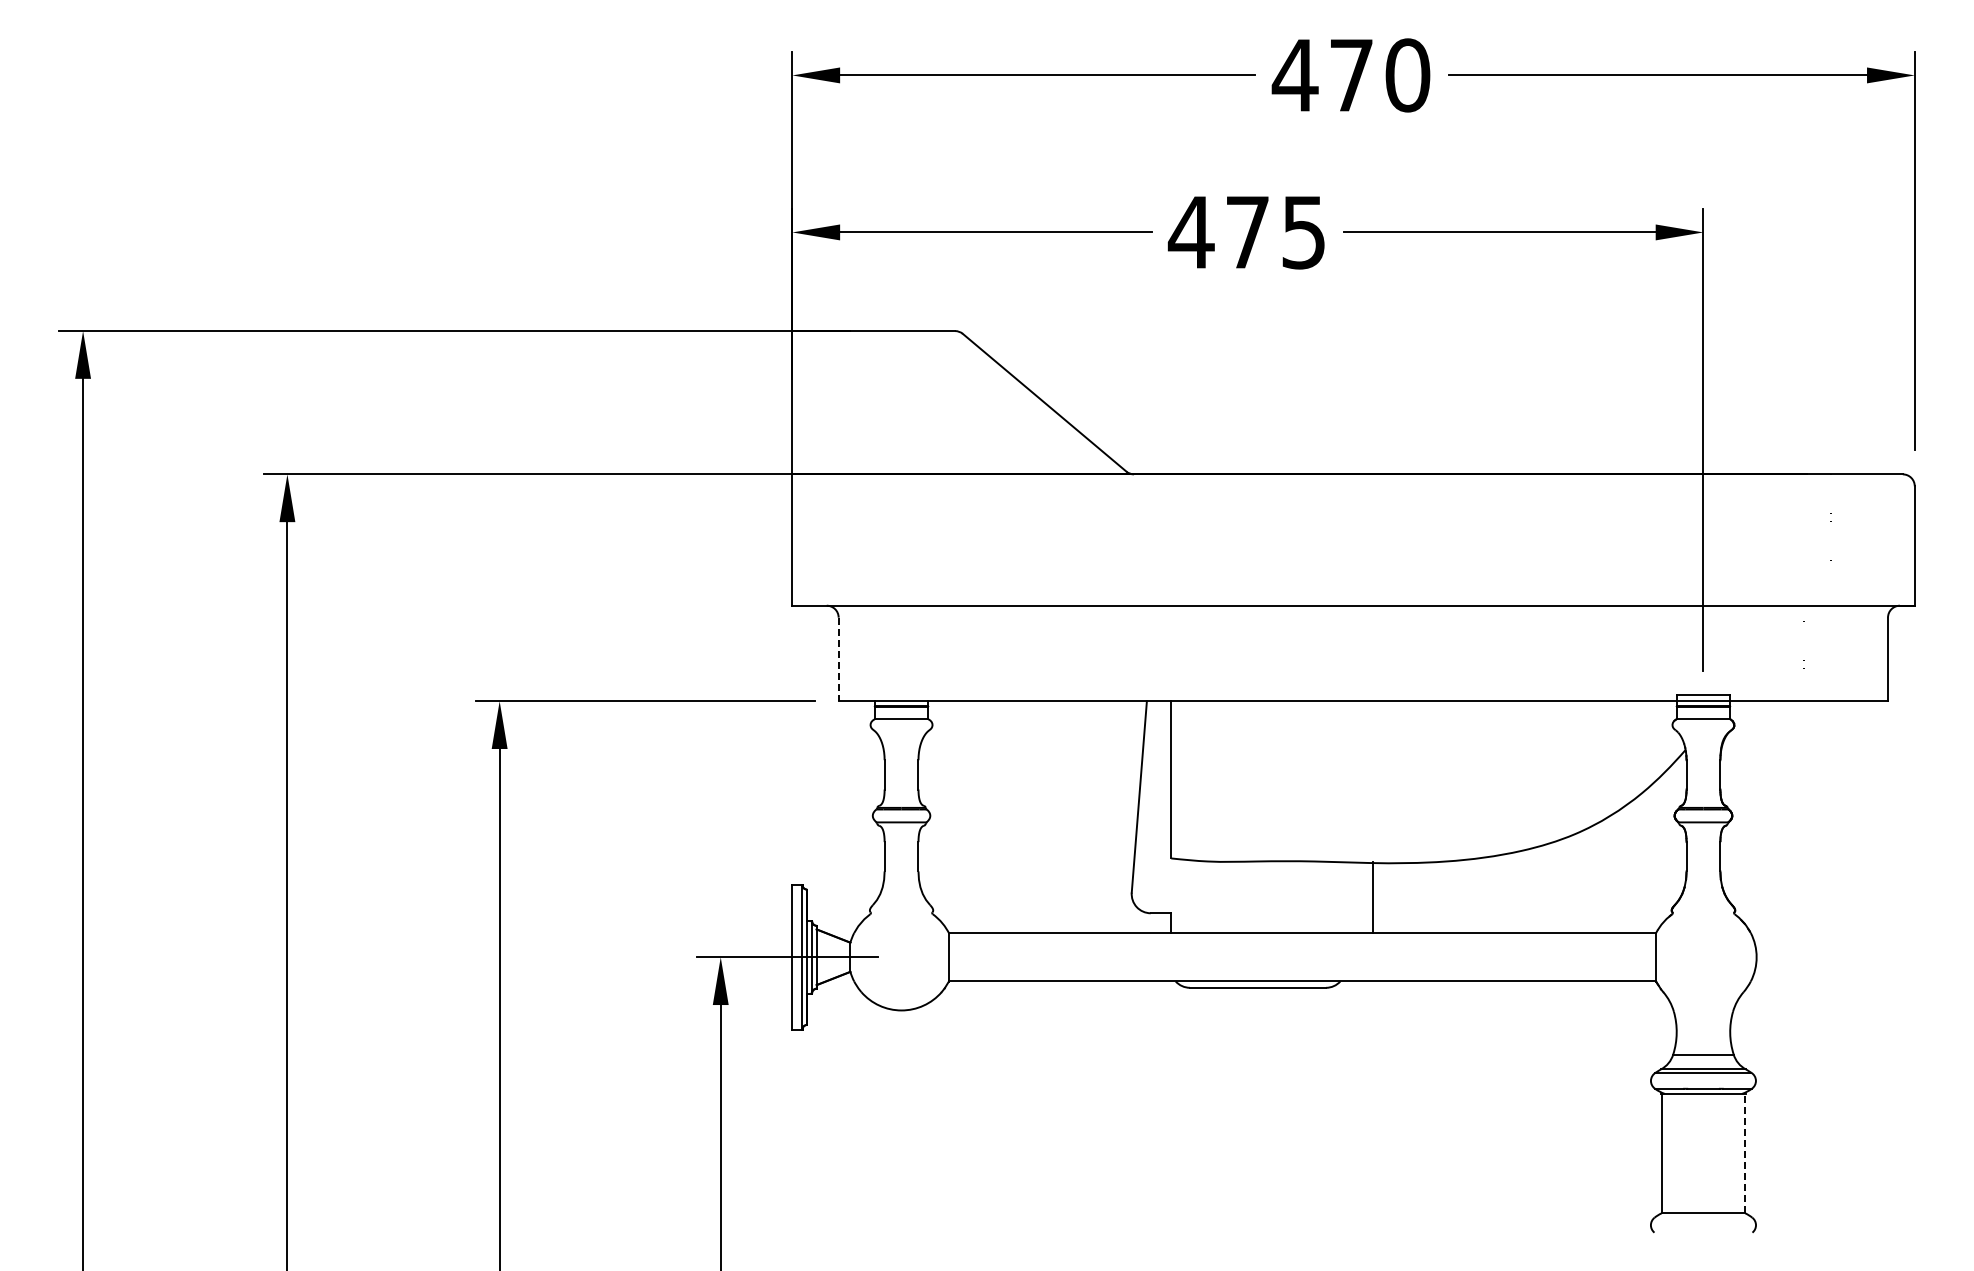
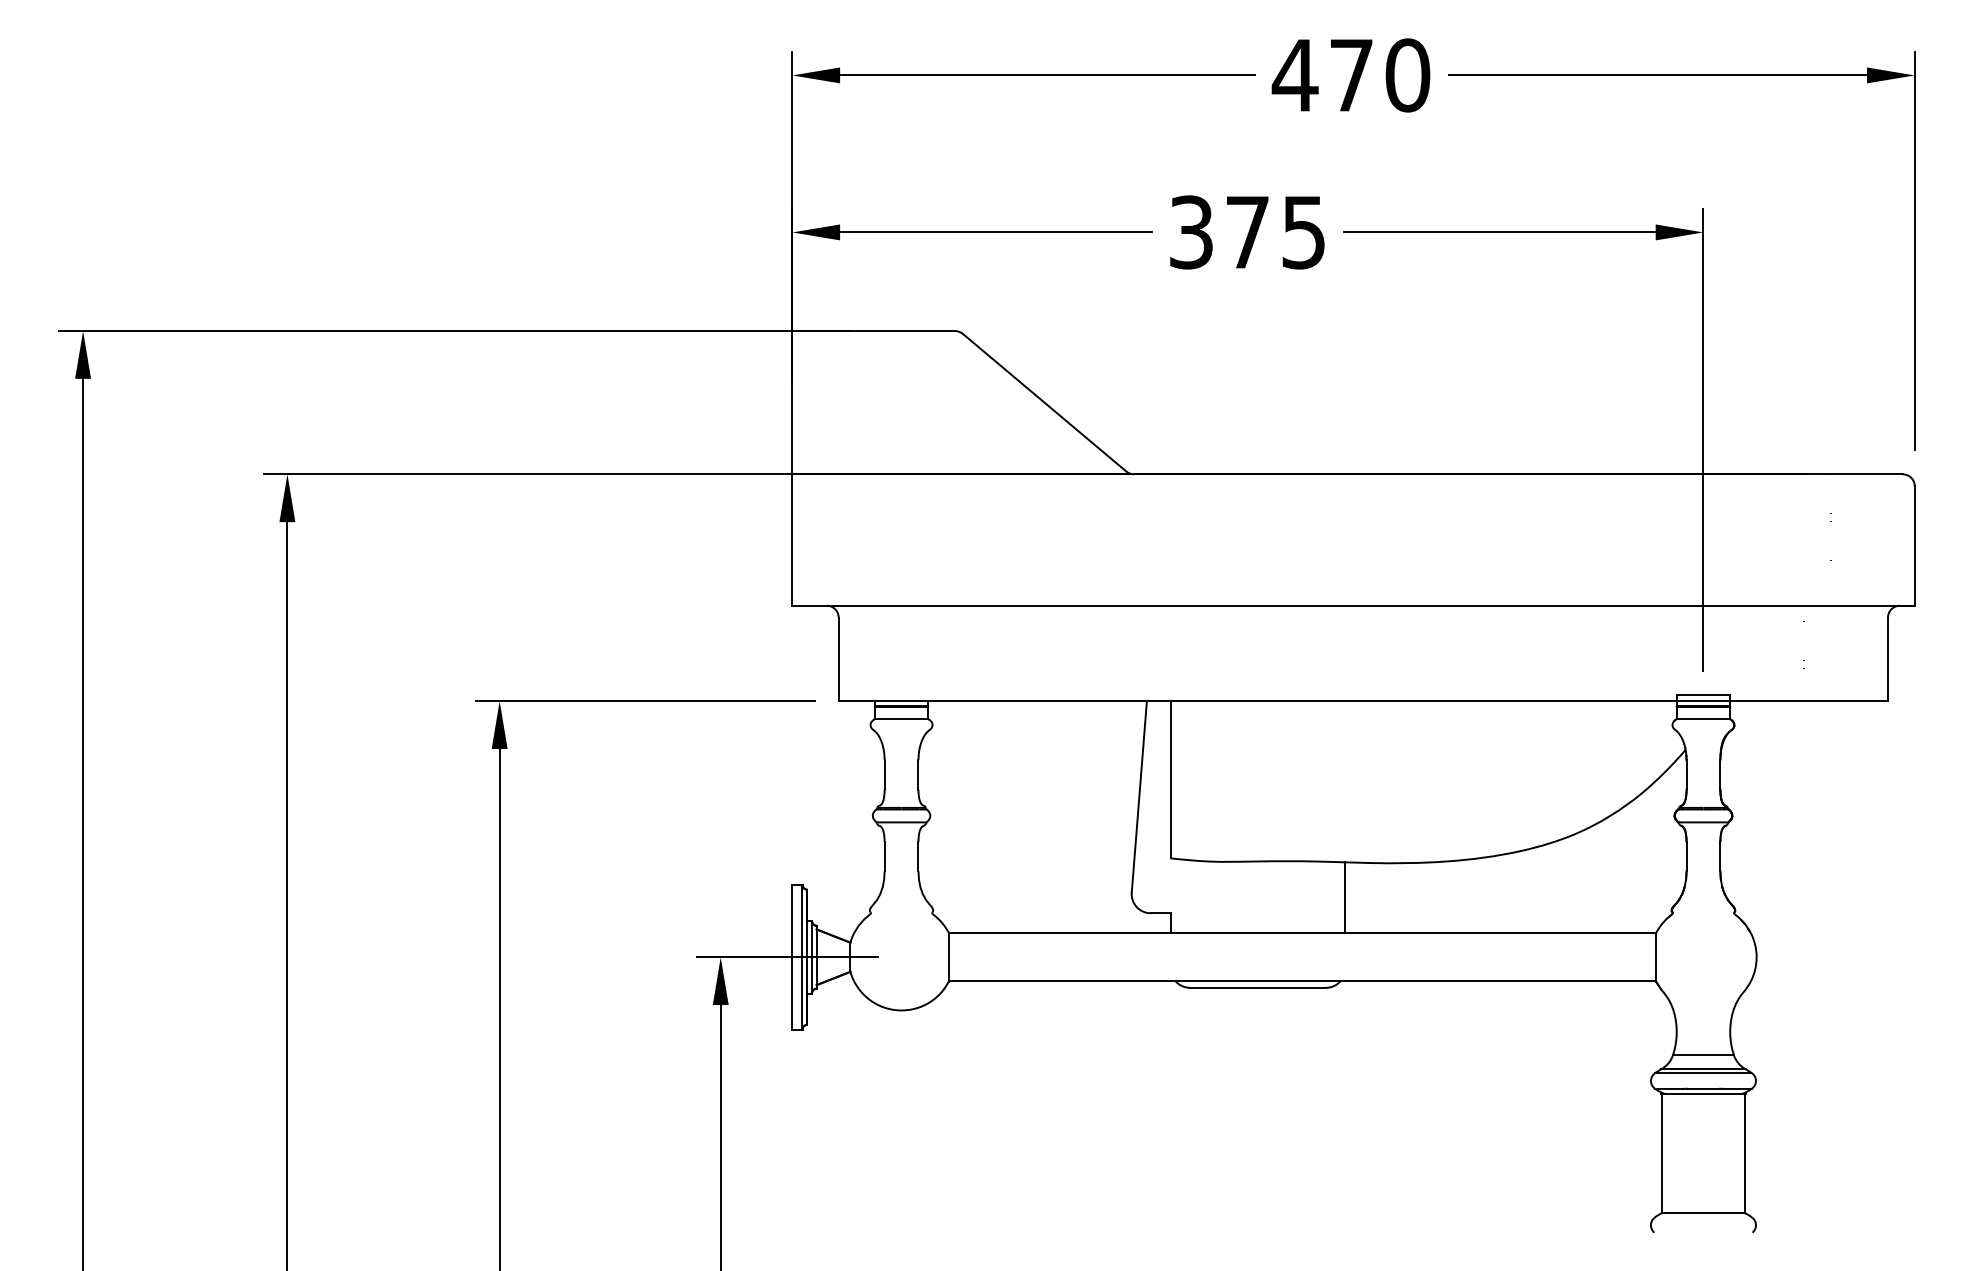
text at (1190, 232): 475 -> 375
line at (838, 659): dashed -> solid
line at (1373, 897) position: (1373, 897) -> (1345, 897)
line at (1745, 1153): dashed -> solid
